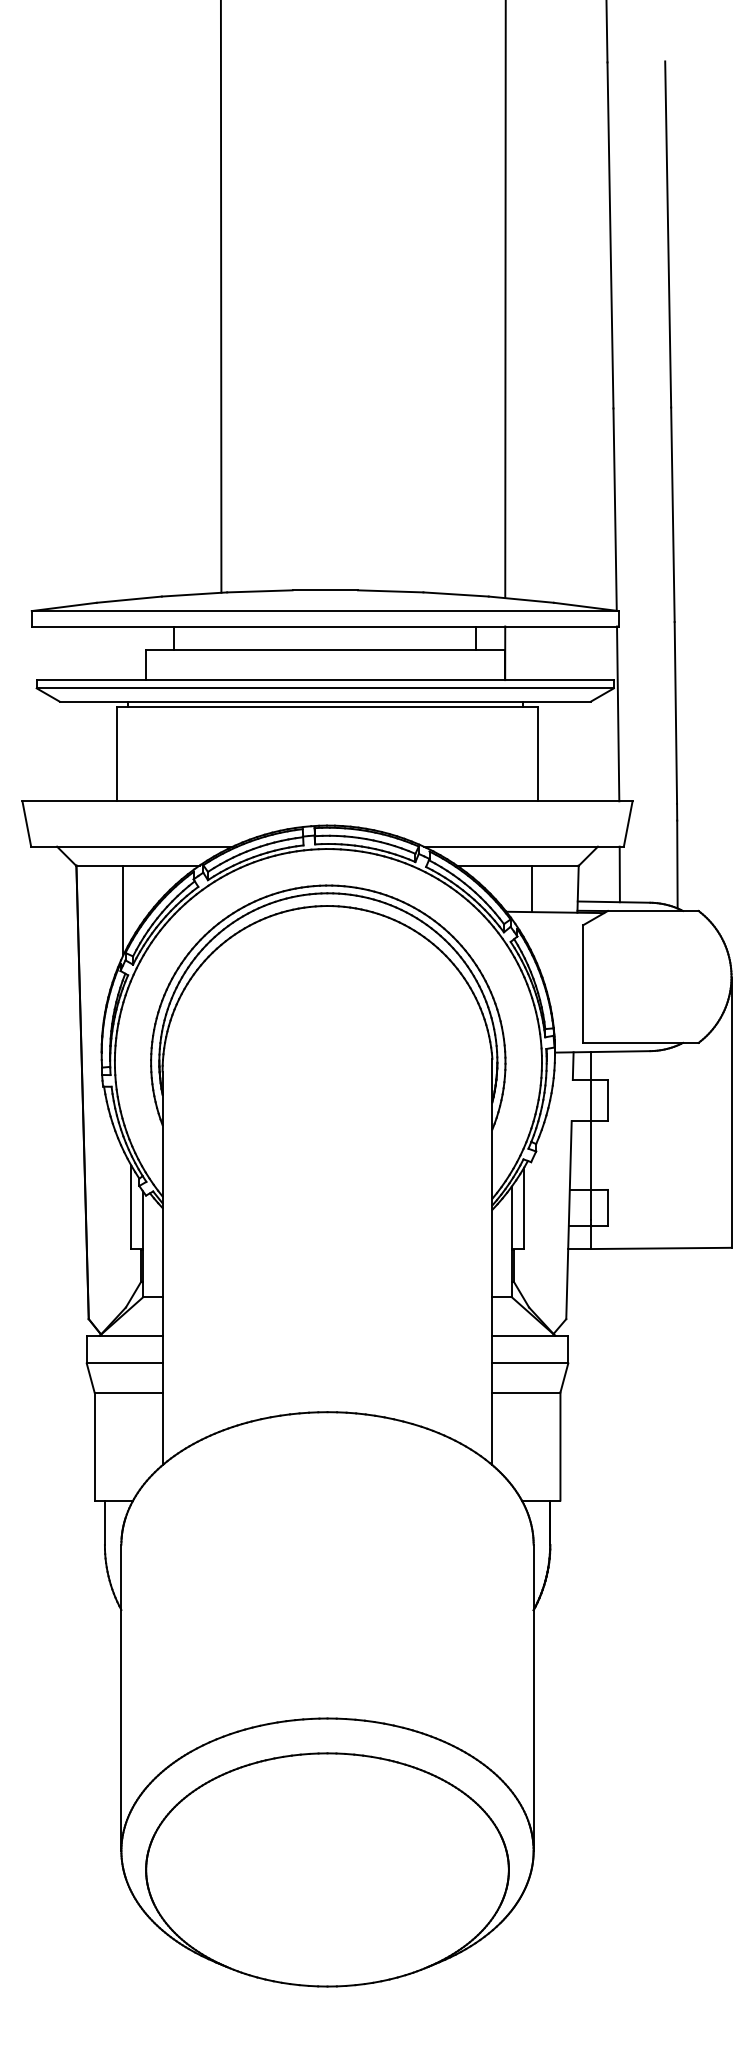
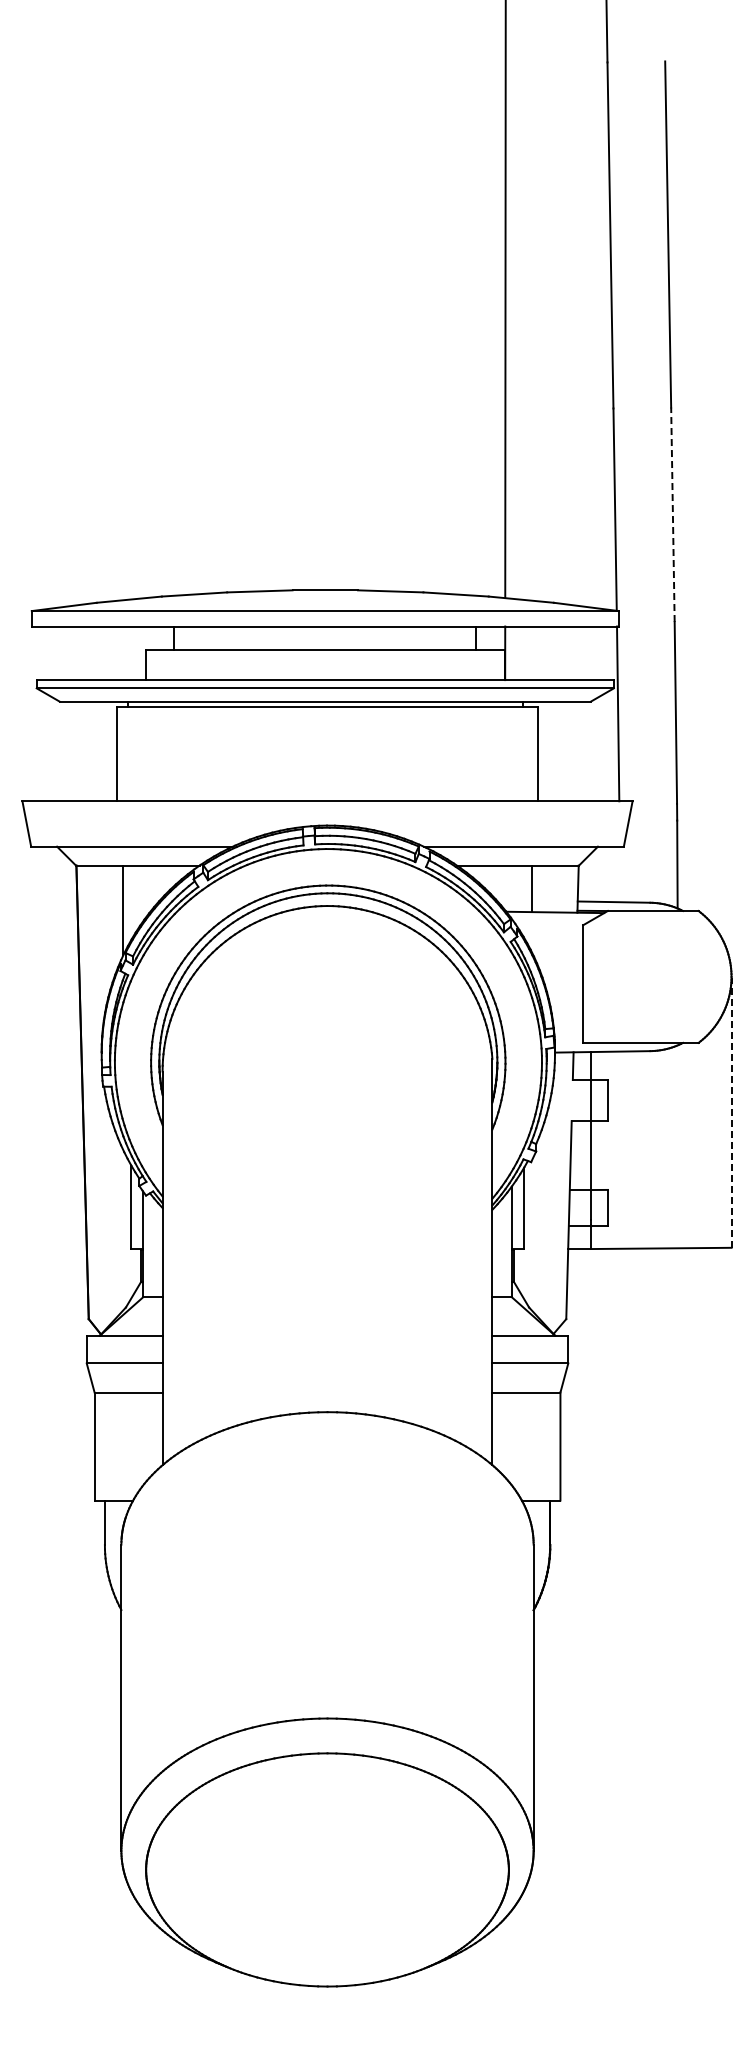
line at (220, 297): present -> none
line at (672, 514): solid -> dashed
line at (619, 874): present -> none
line at (731, 1112): solid -> dashed
